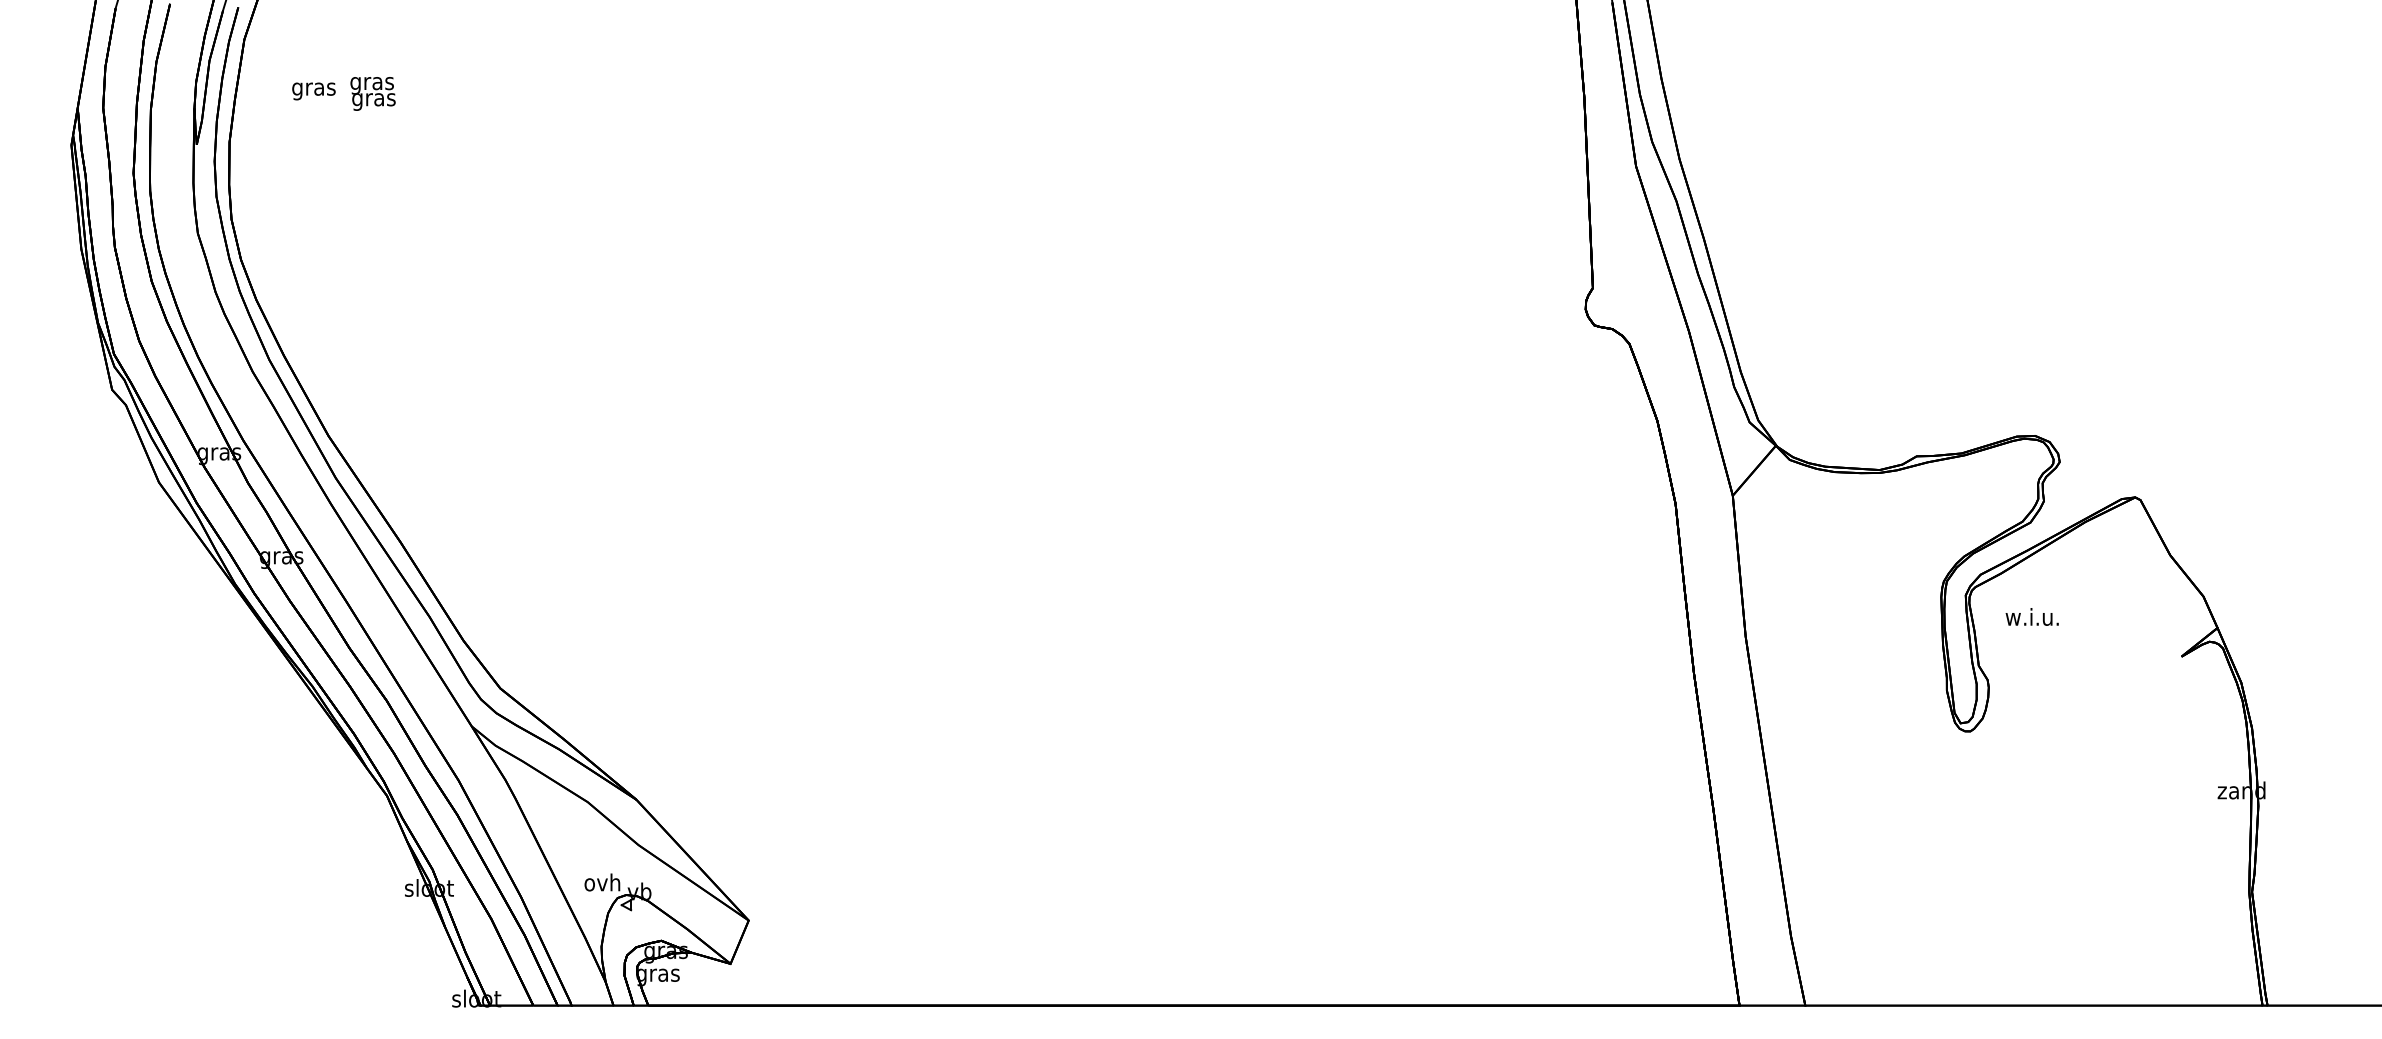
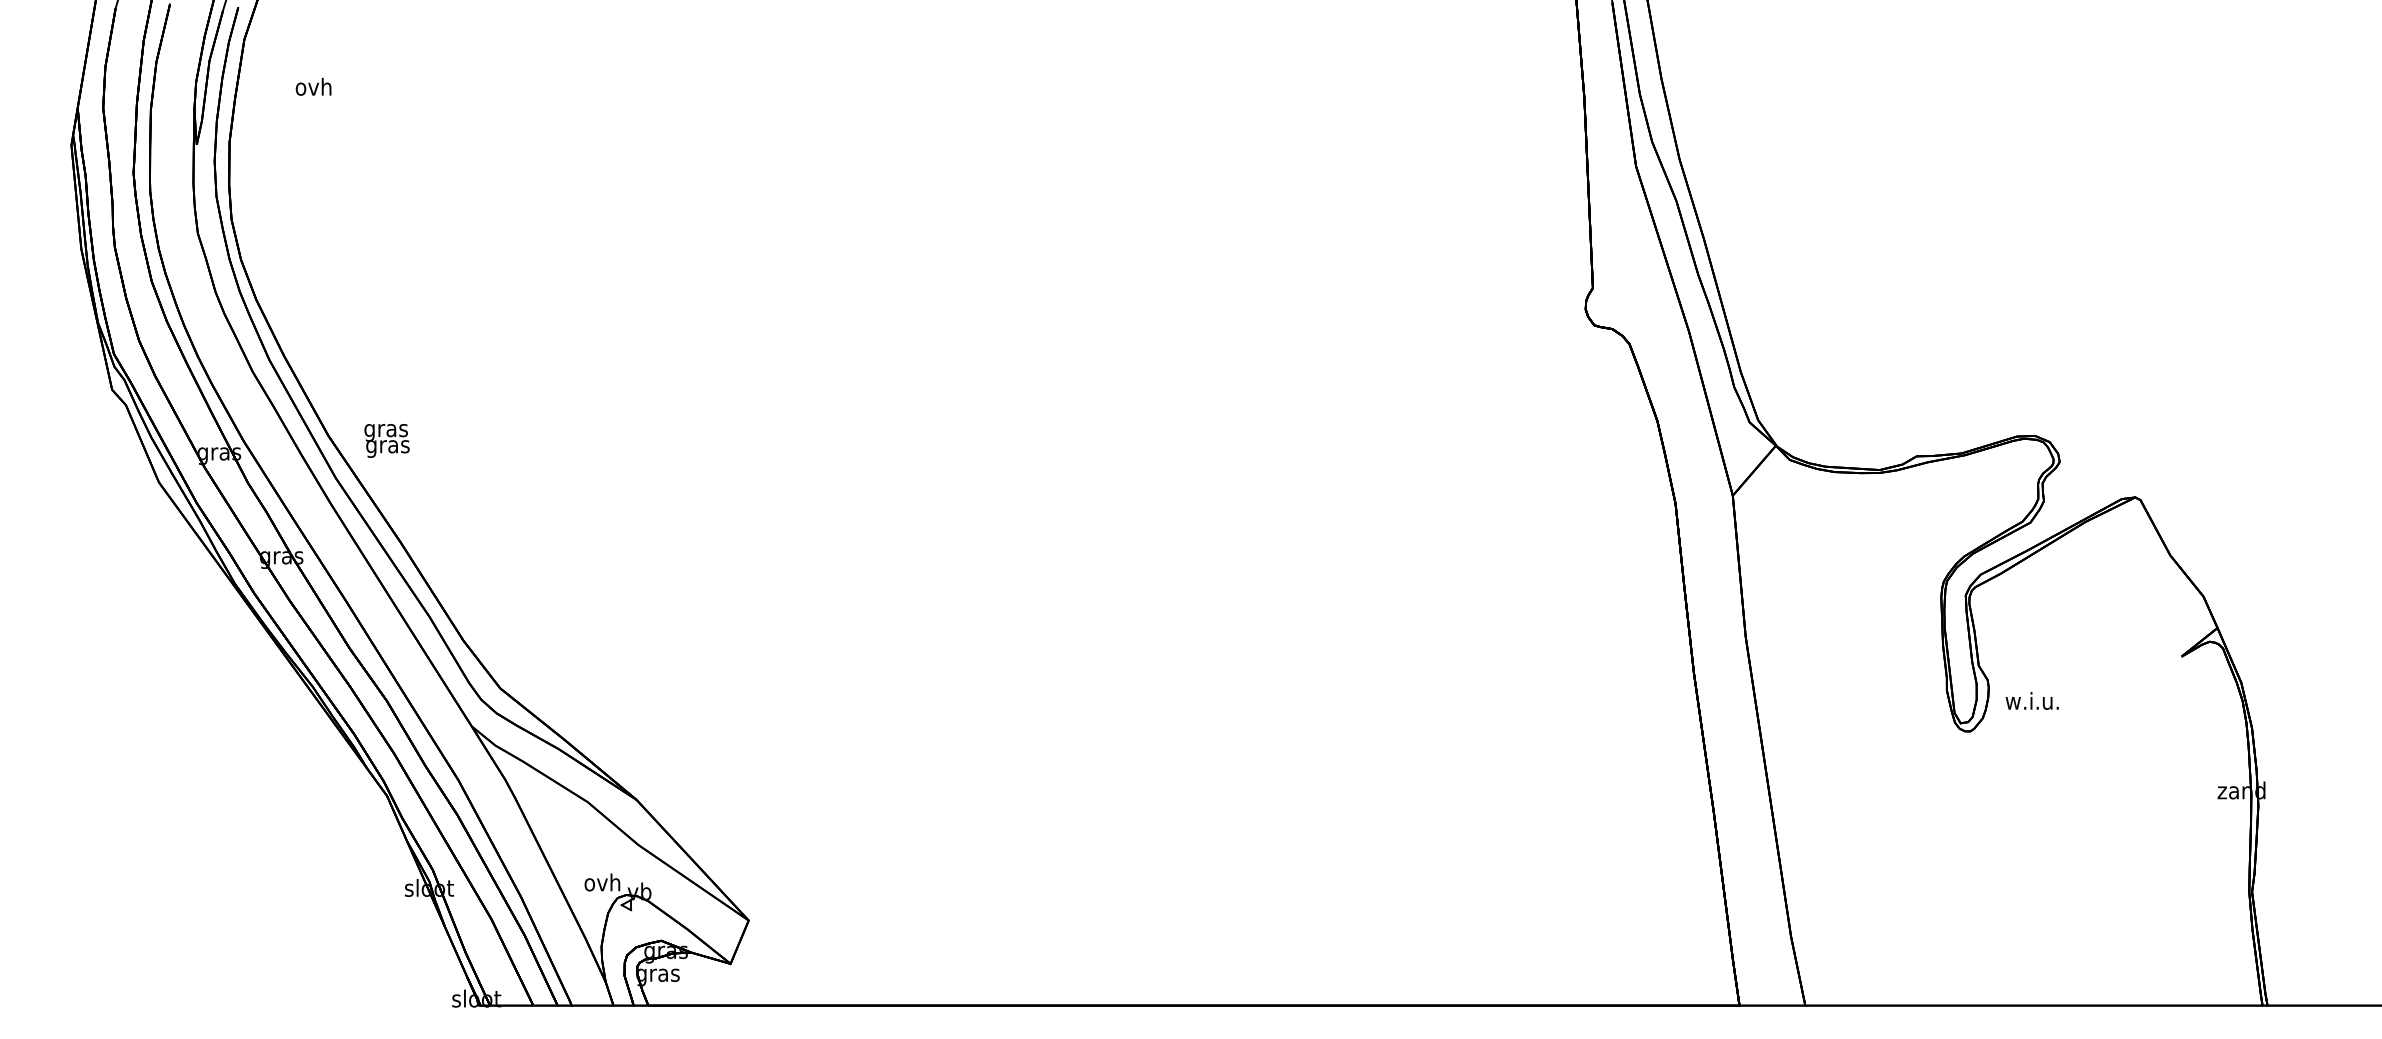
text at (313, 88): gras -> ovh
text at (372, 93) position: (372, 93) -> (386, 440)
text at (2031, 616) position: (2031, 616) -> (2031, 700)
